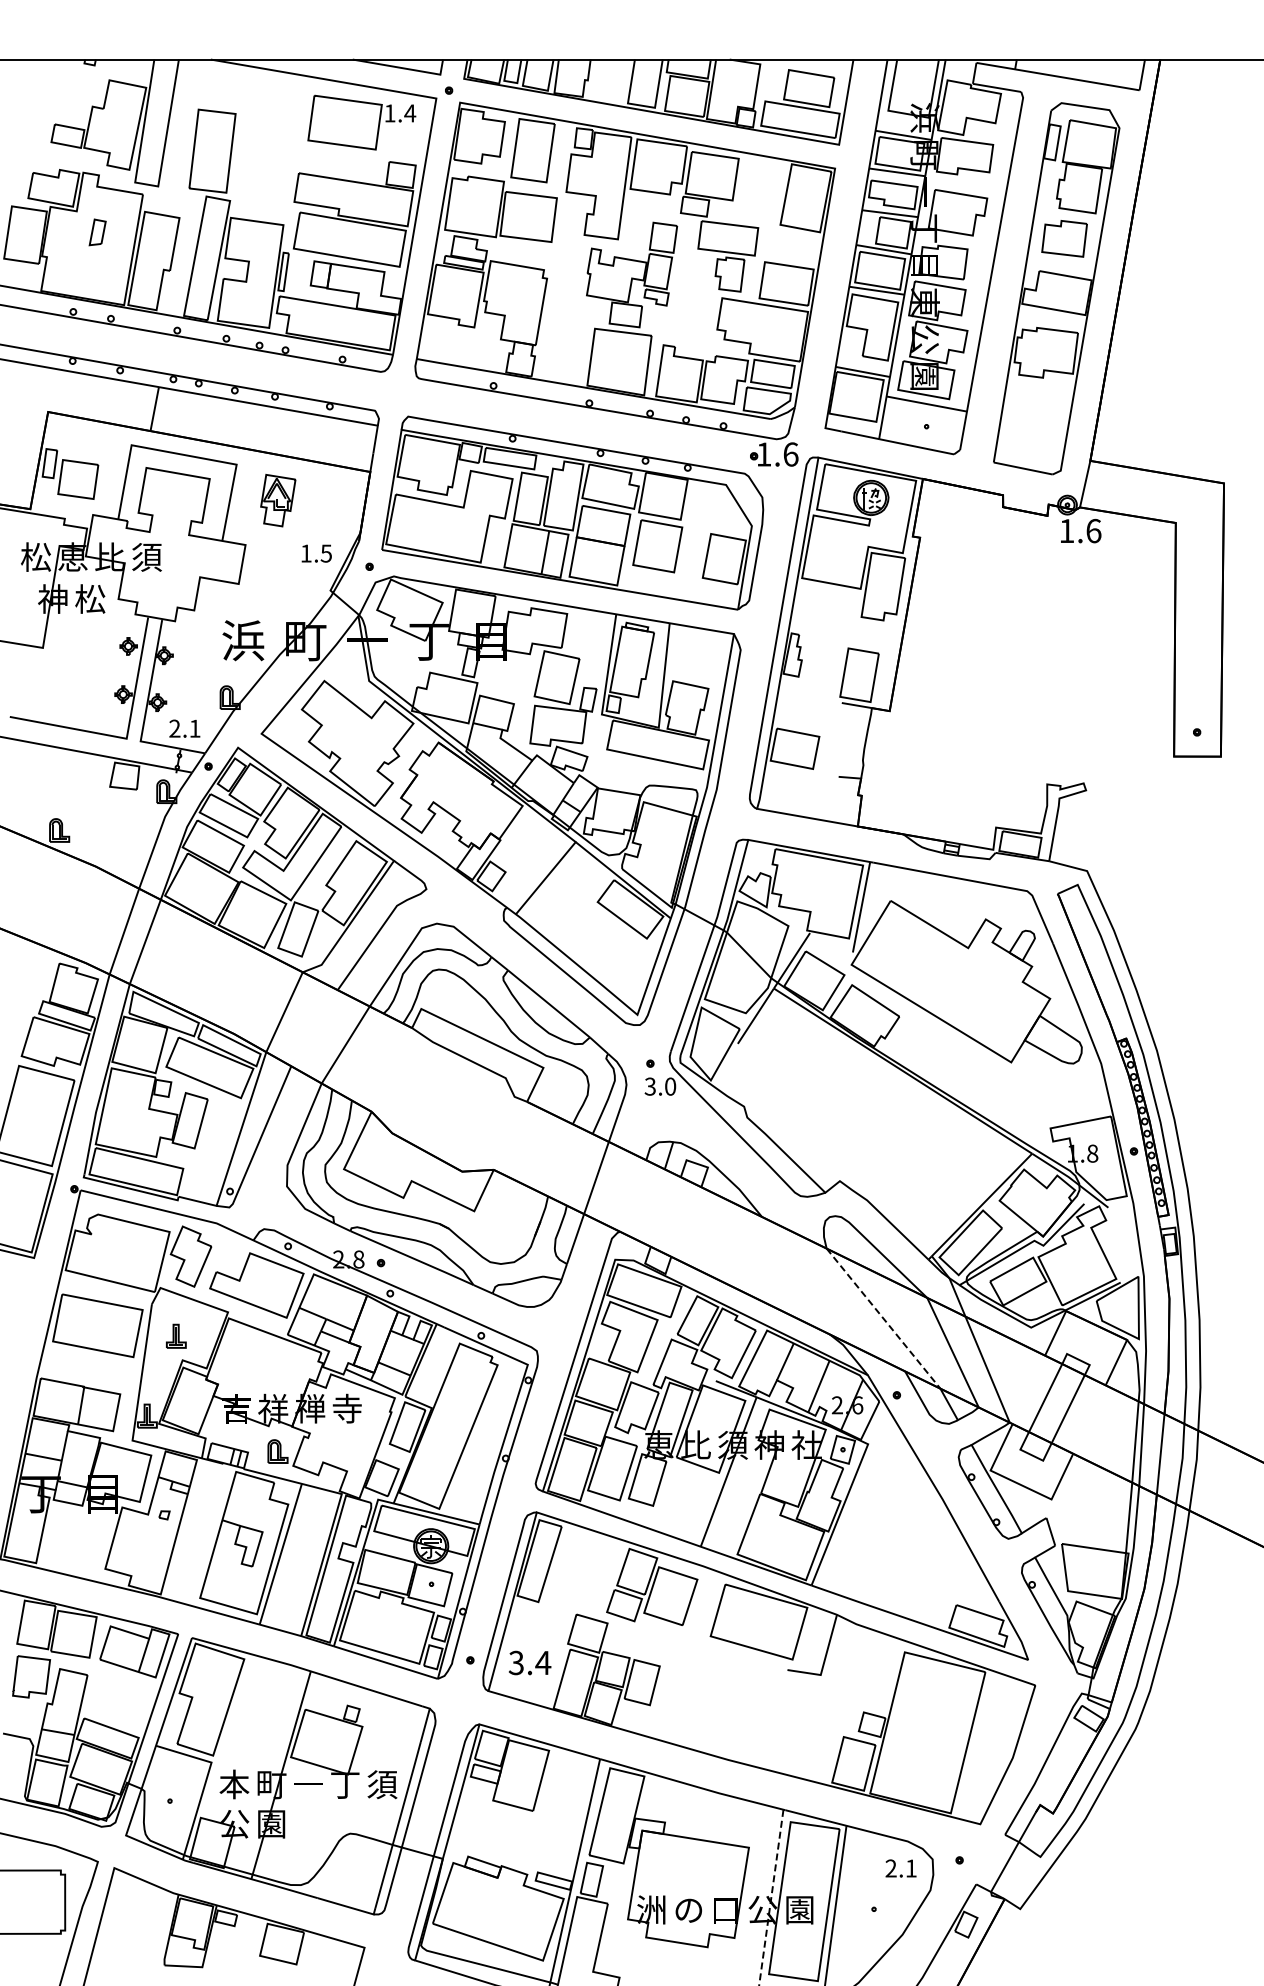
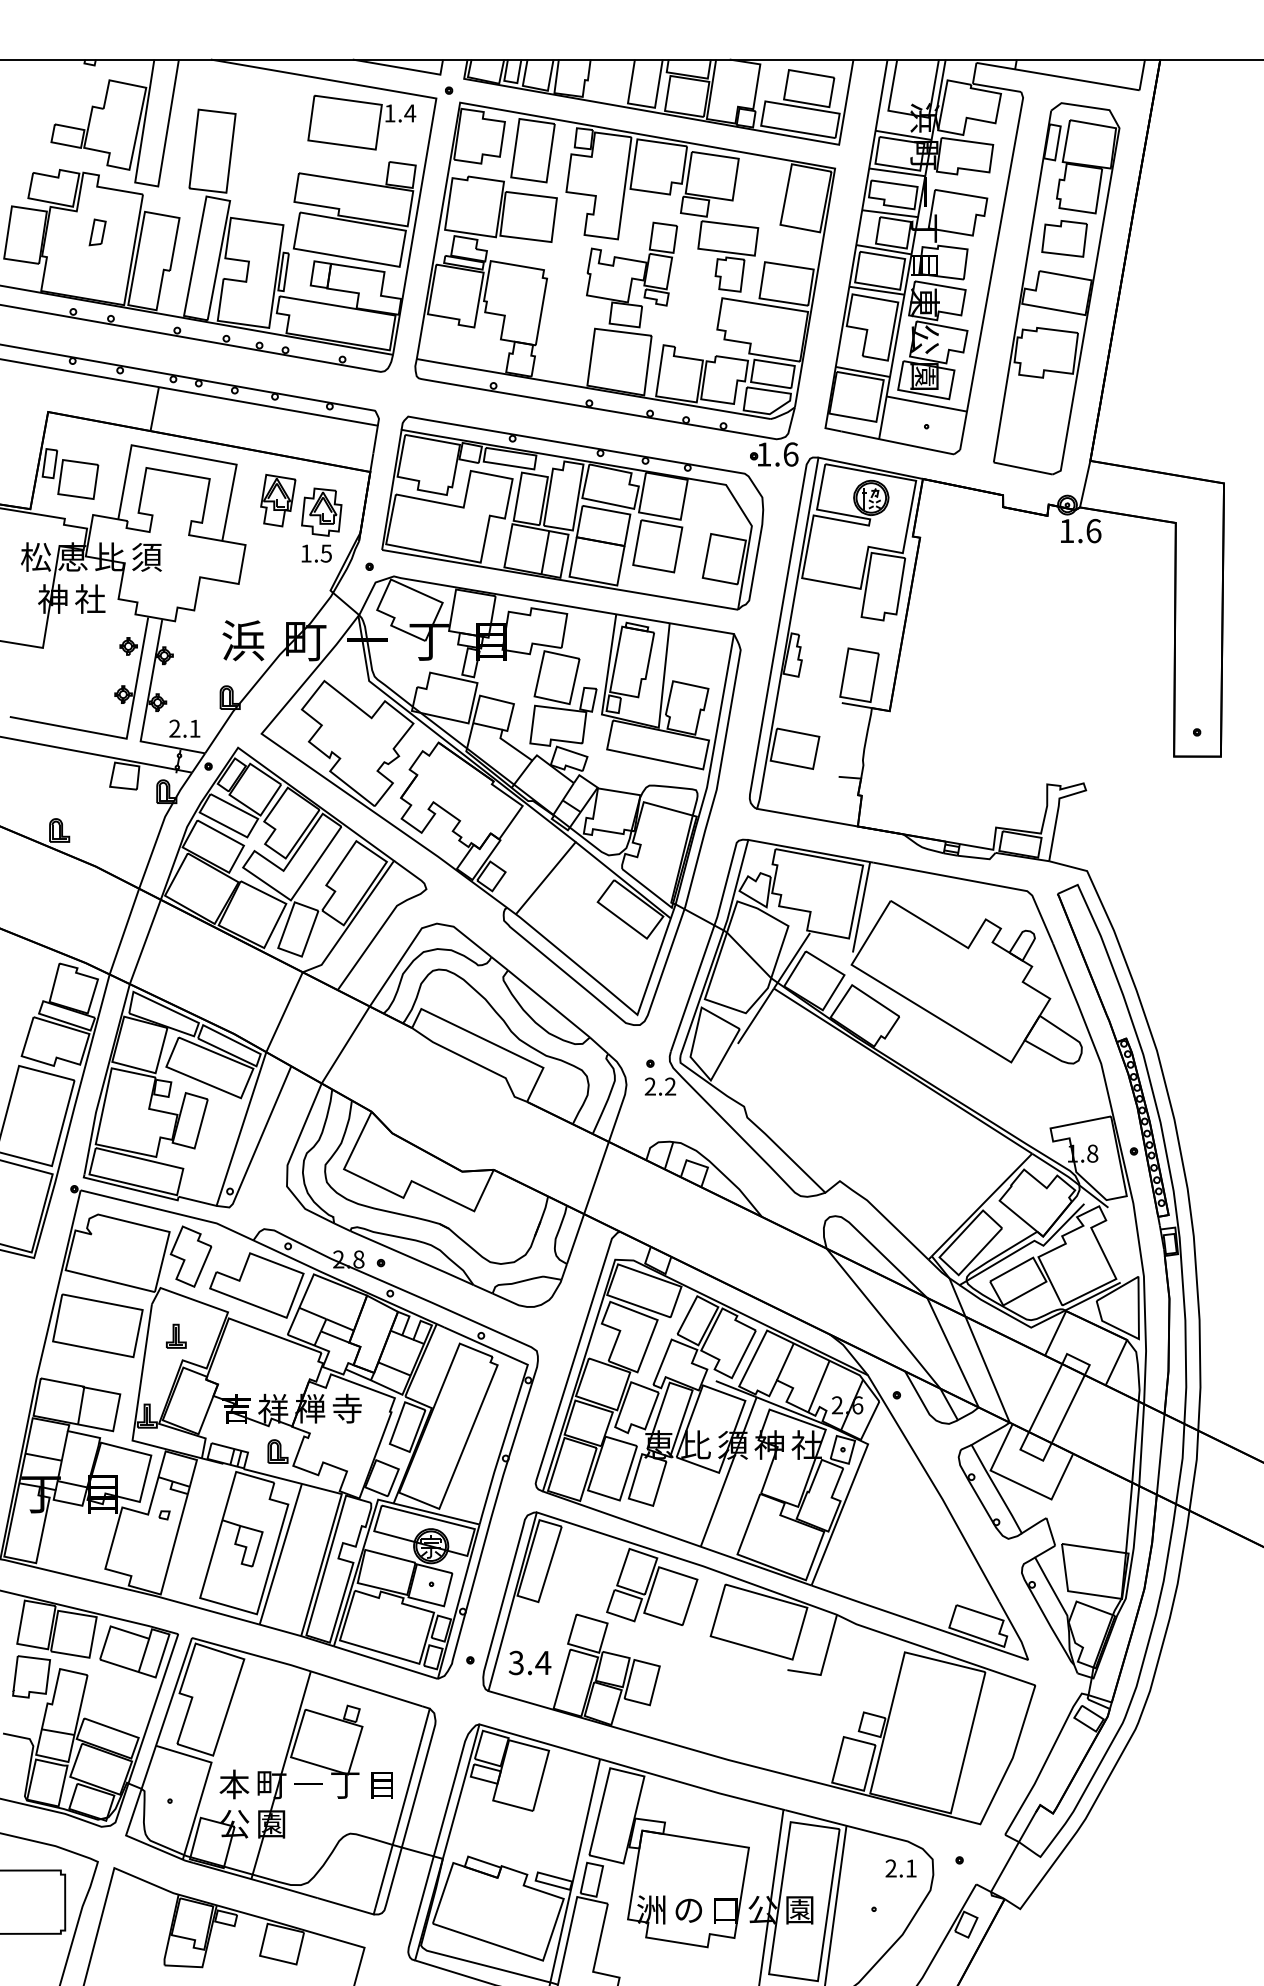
part at (321, 511): none -> present
text at (90, 598): 松 -> 社
text at (660, 1086): 3.0 -> 2.2
line at (883, 1319): dashed -> solid
text at (382, 1784): 須 -> 目
line at (771, 1897): dashed -> solid
